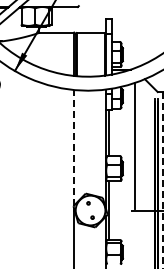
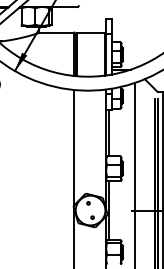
line at (74, 147): dashed -> solid
line at (163, 180): dashed -> solid
line at (135, 238): none -> present
